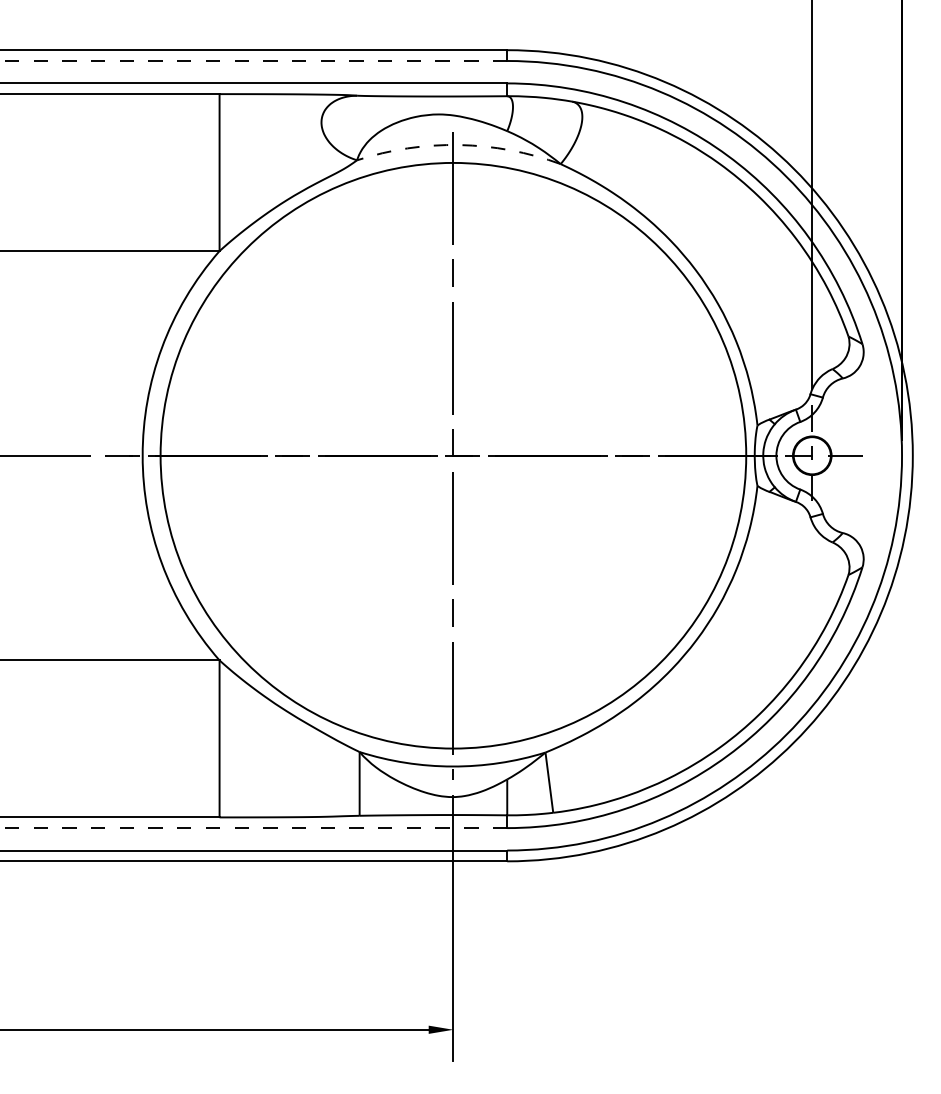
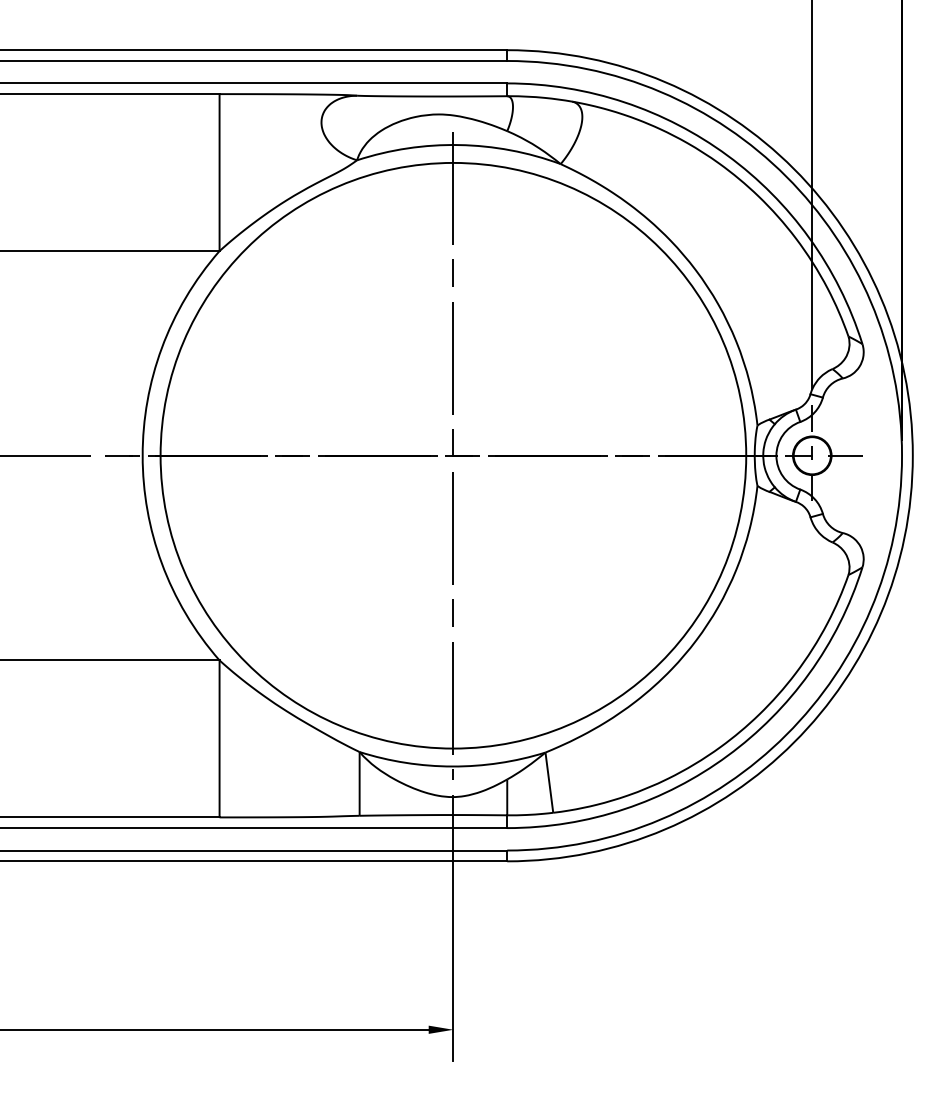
line at (253, 61): dashed -> solid
arc at (459, 145): dashed -> solid
line at (253, 828): dashed -> solid
